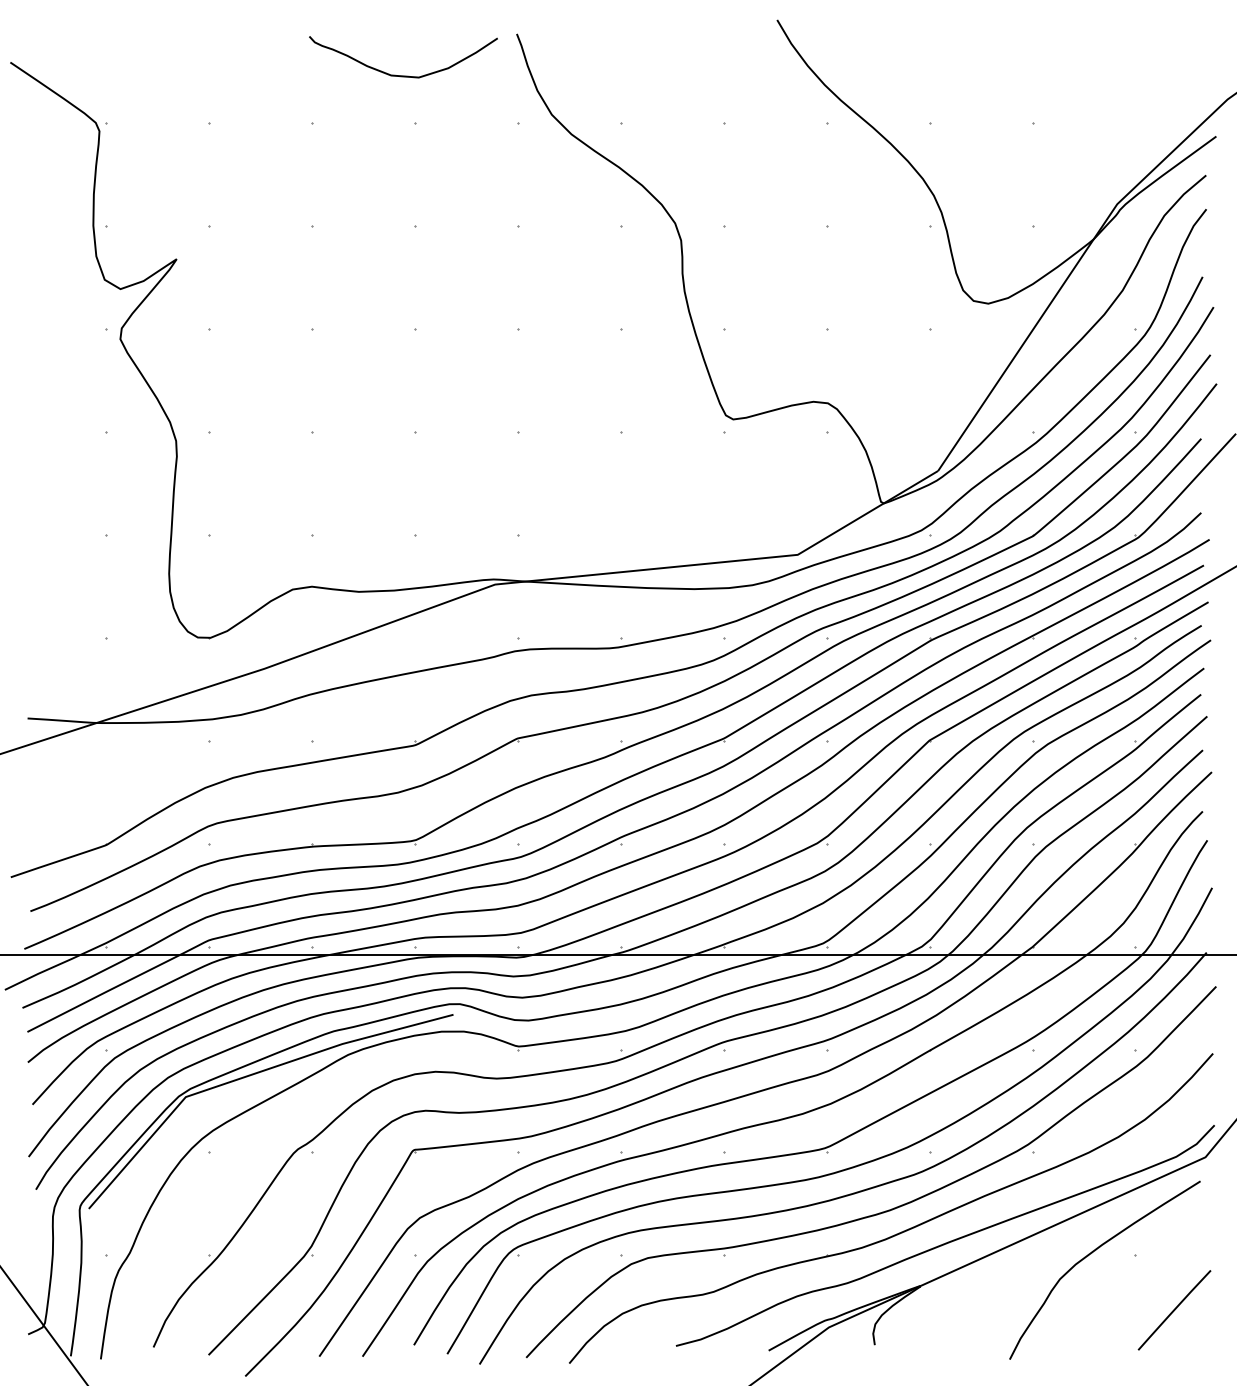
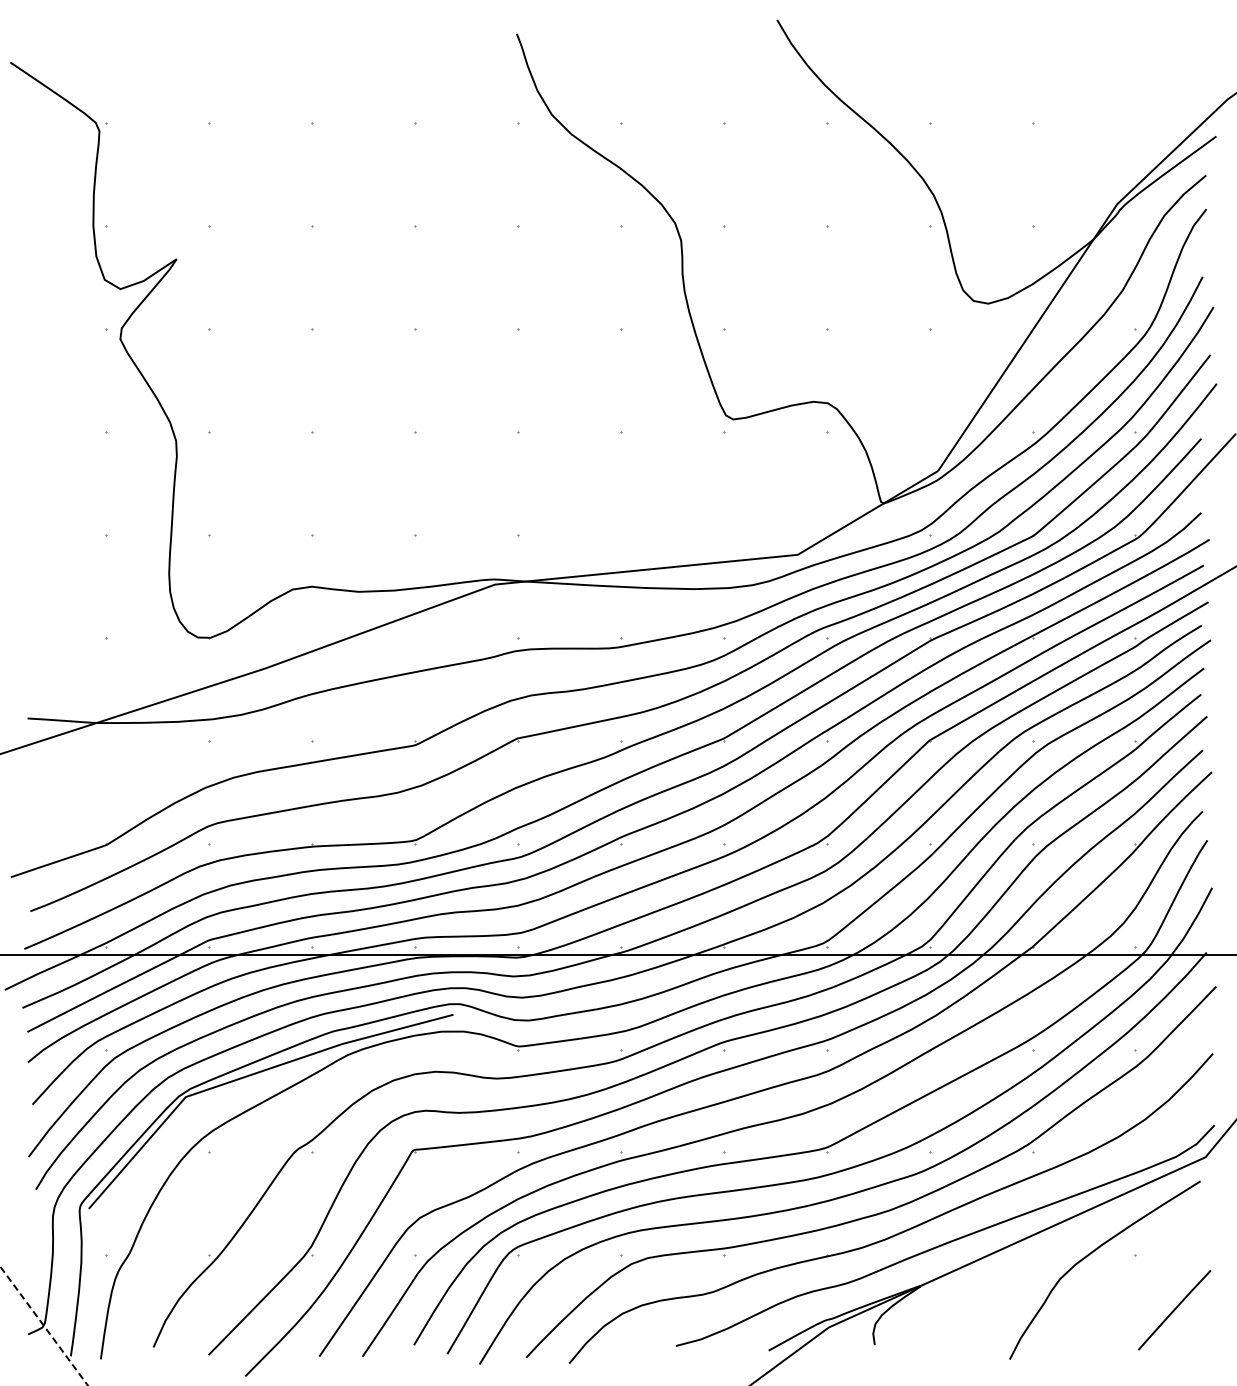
curve at (403, 75): present -> none
line at (43, 1325): solid -> dashed
